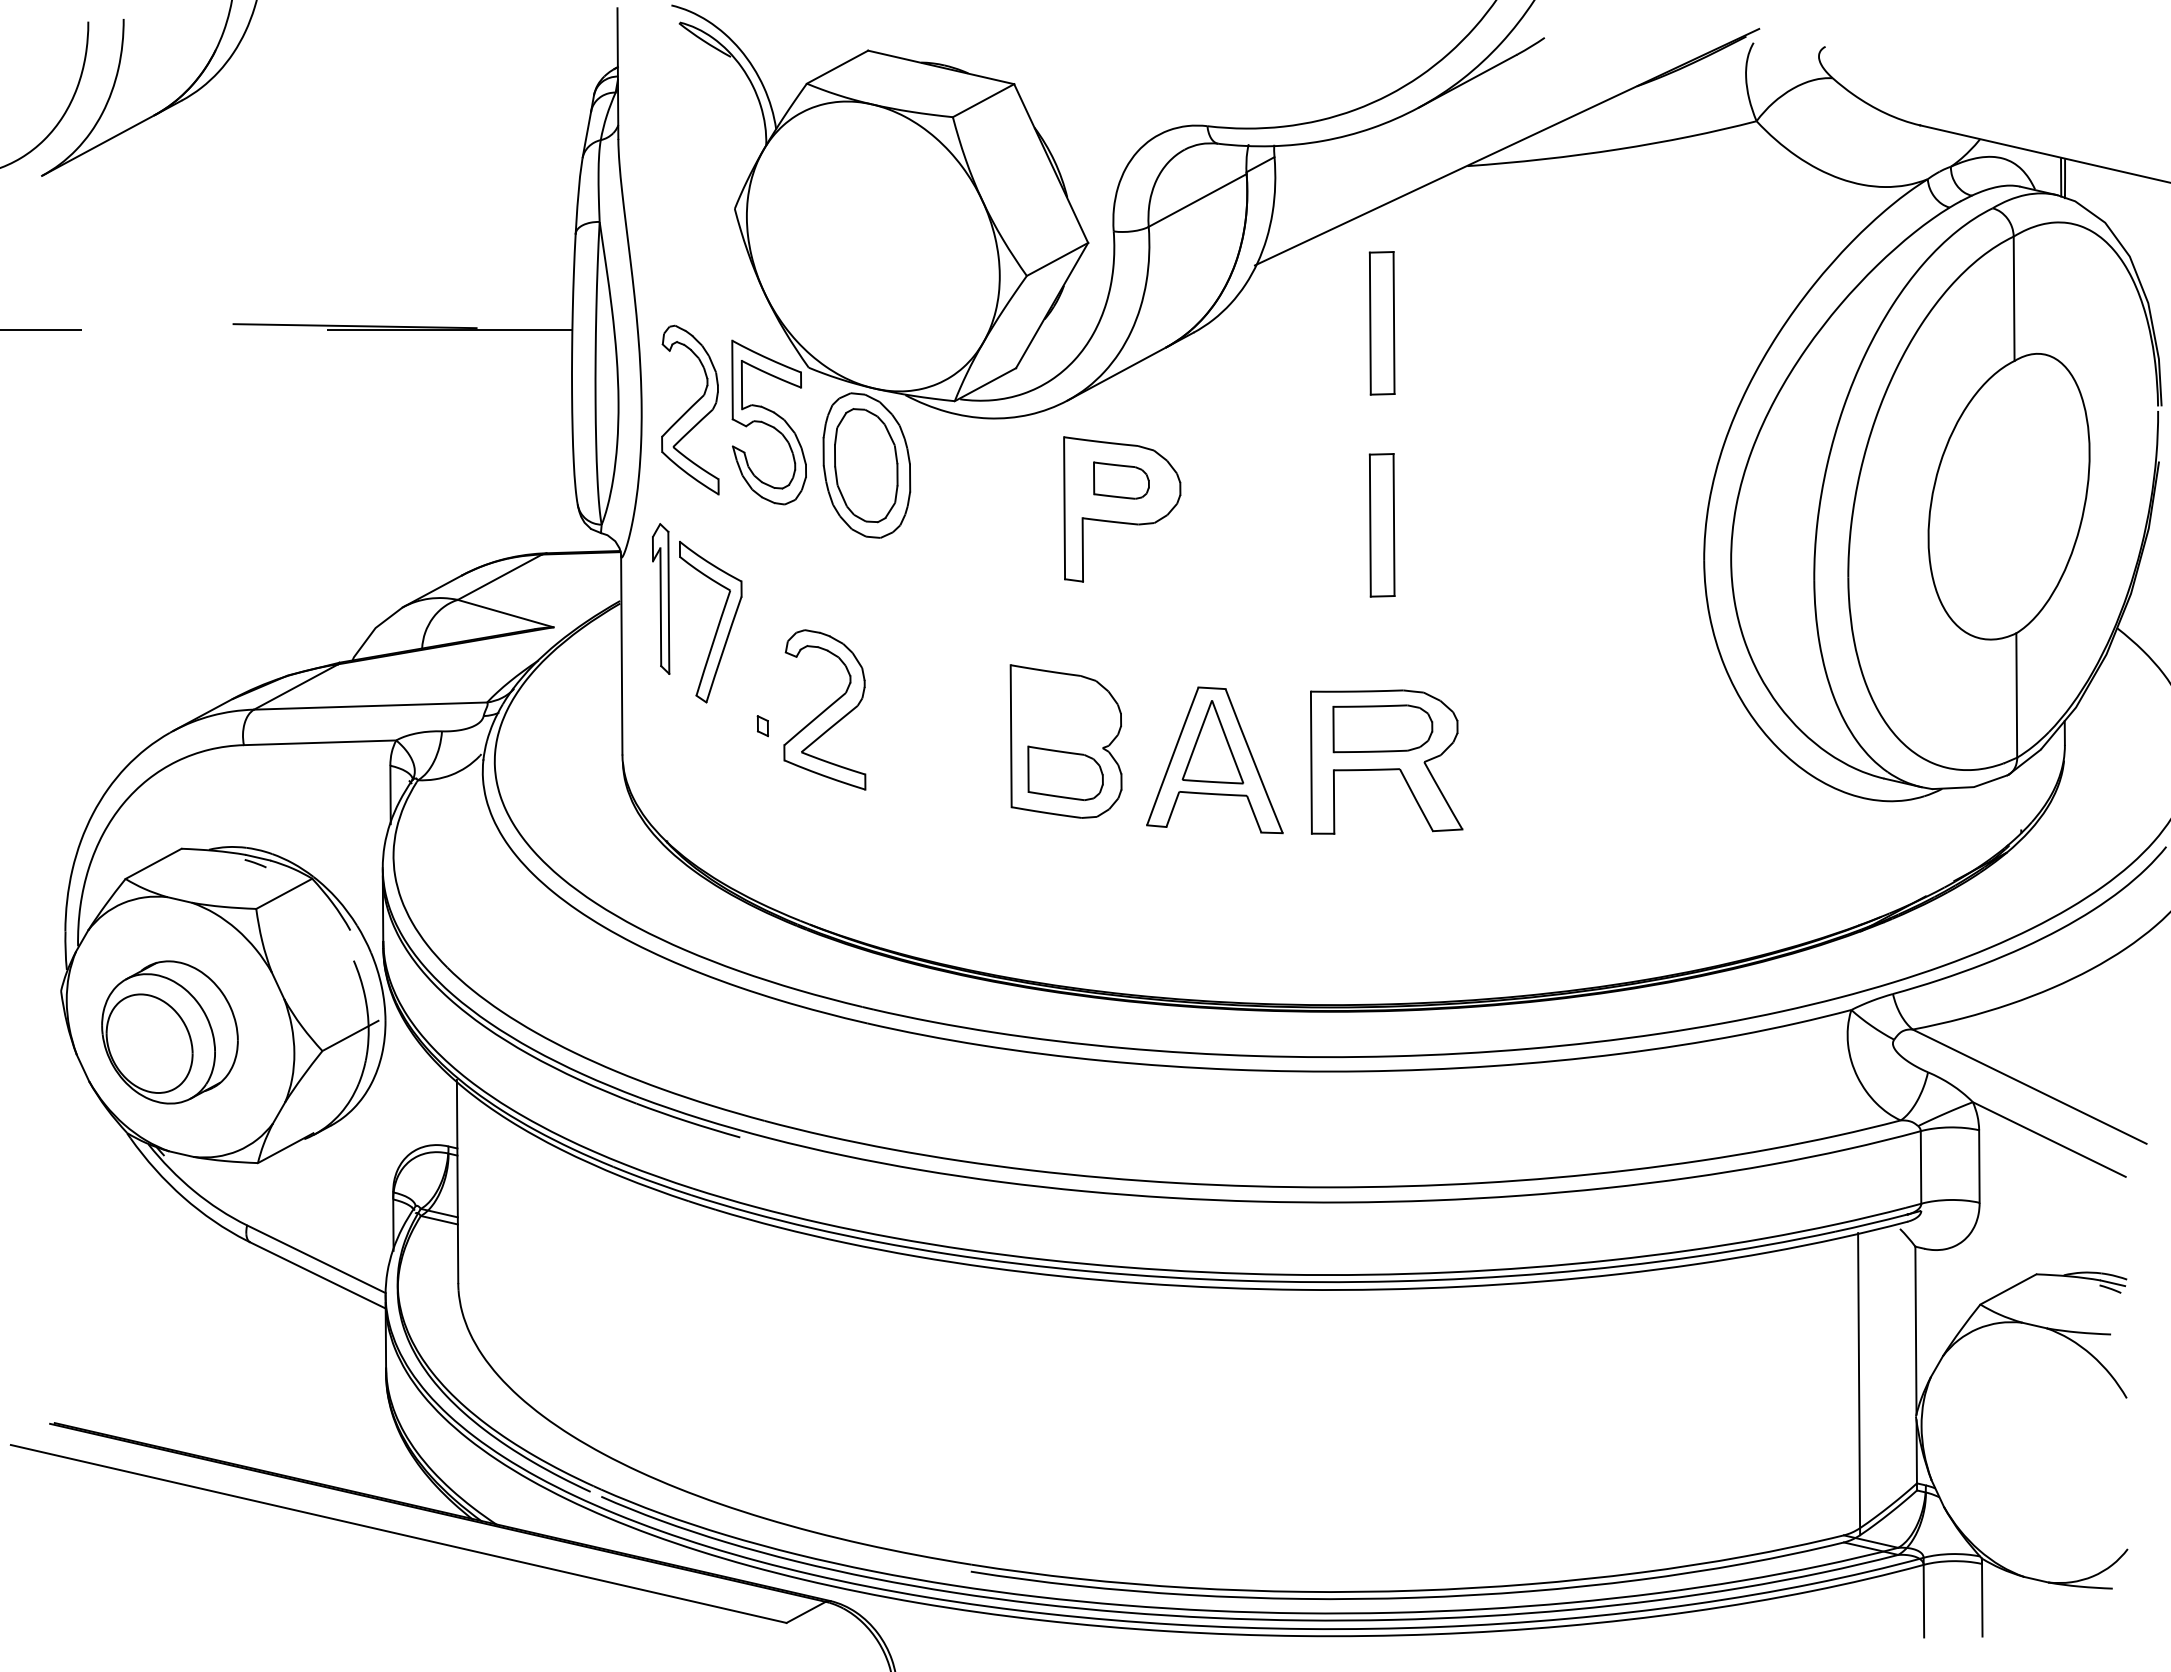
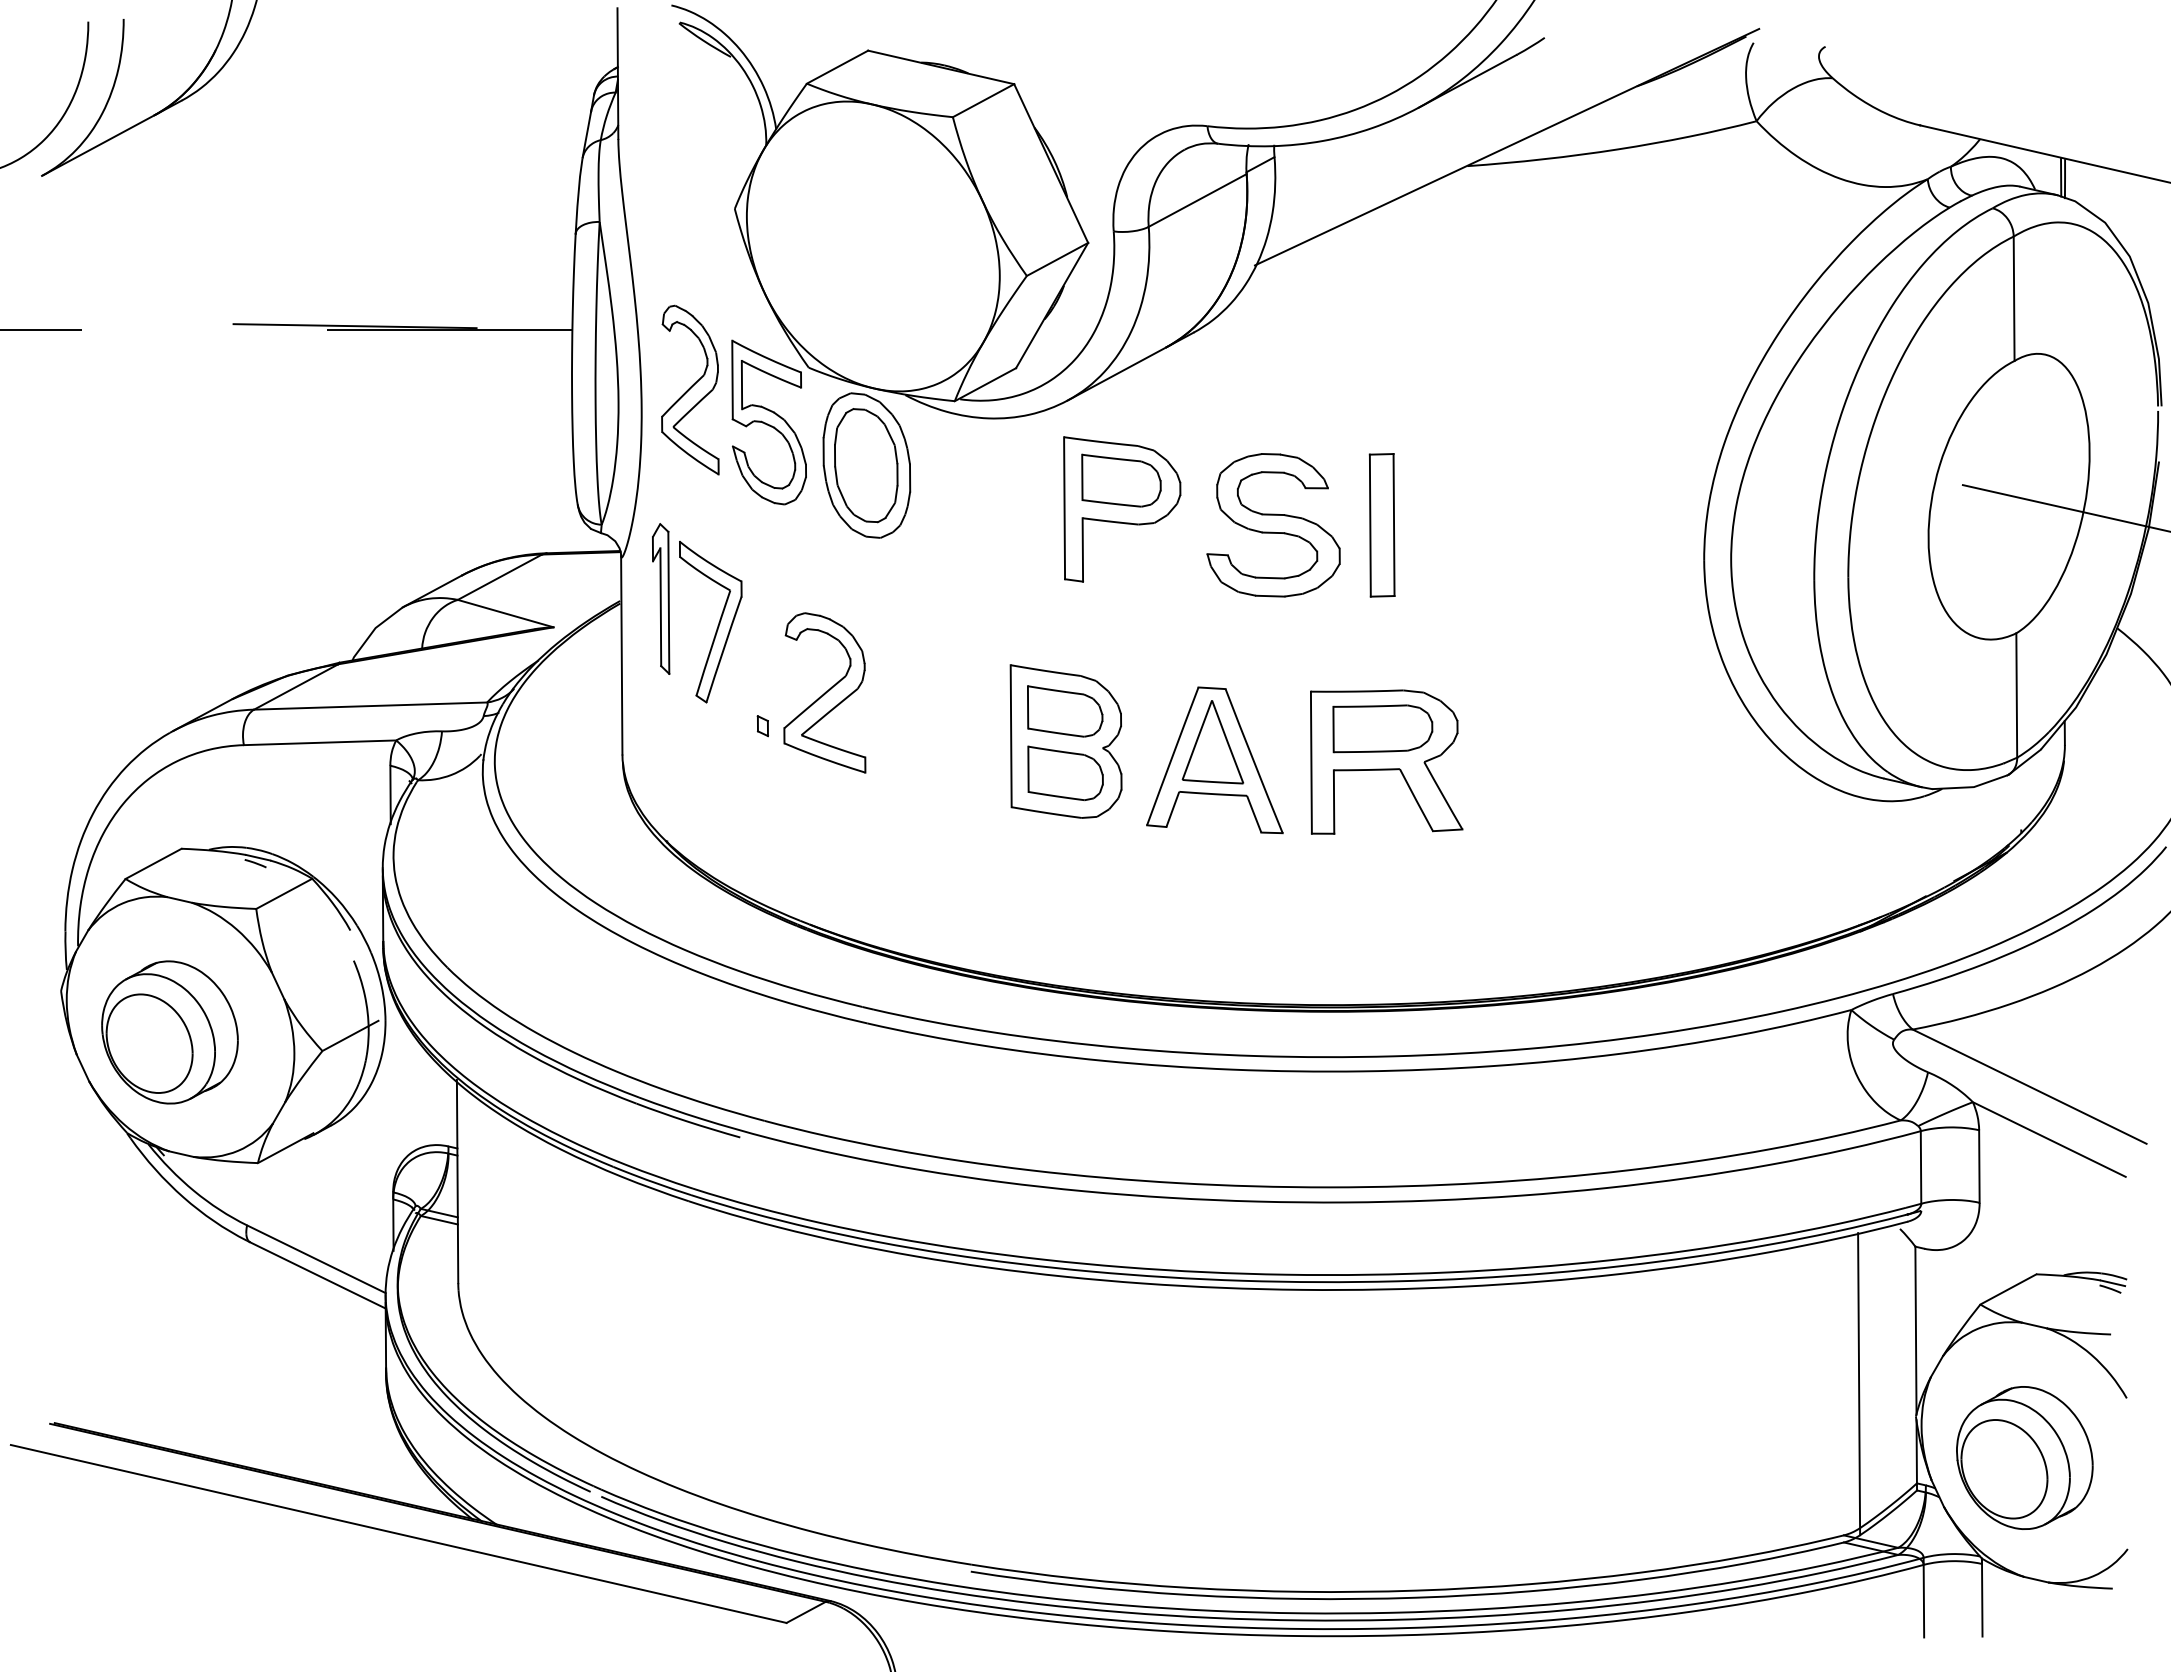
part at (1381, 323): present -> none
part at (690, 409) position: (690, 409) -> (690, 389)
part at (1121, 480) size: 57x39 px -> 81x55 px
line at (2064, 507): none -> present
part at (1273, 525): none -> present
part at (824, 709) position: (824, 709) -> (824, 692)
part at (1065, 711): none -> present
part at (2024, 1457): none -> present
